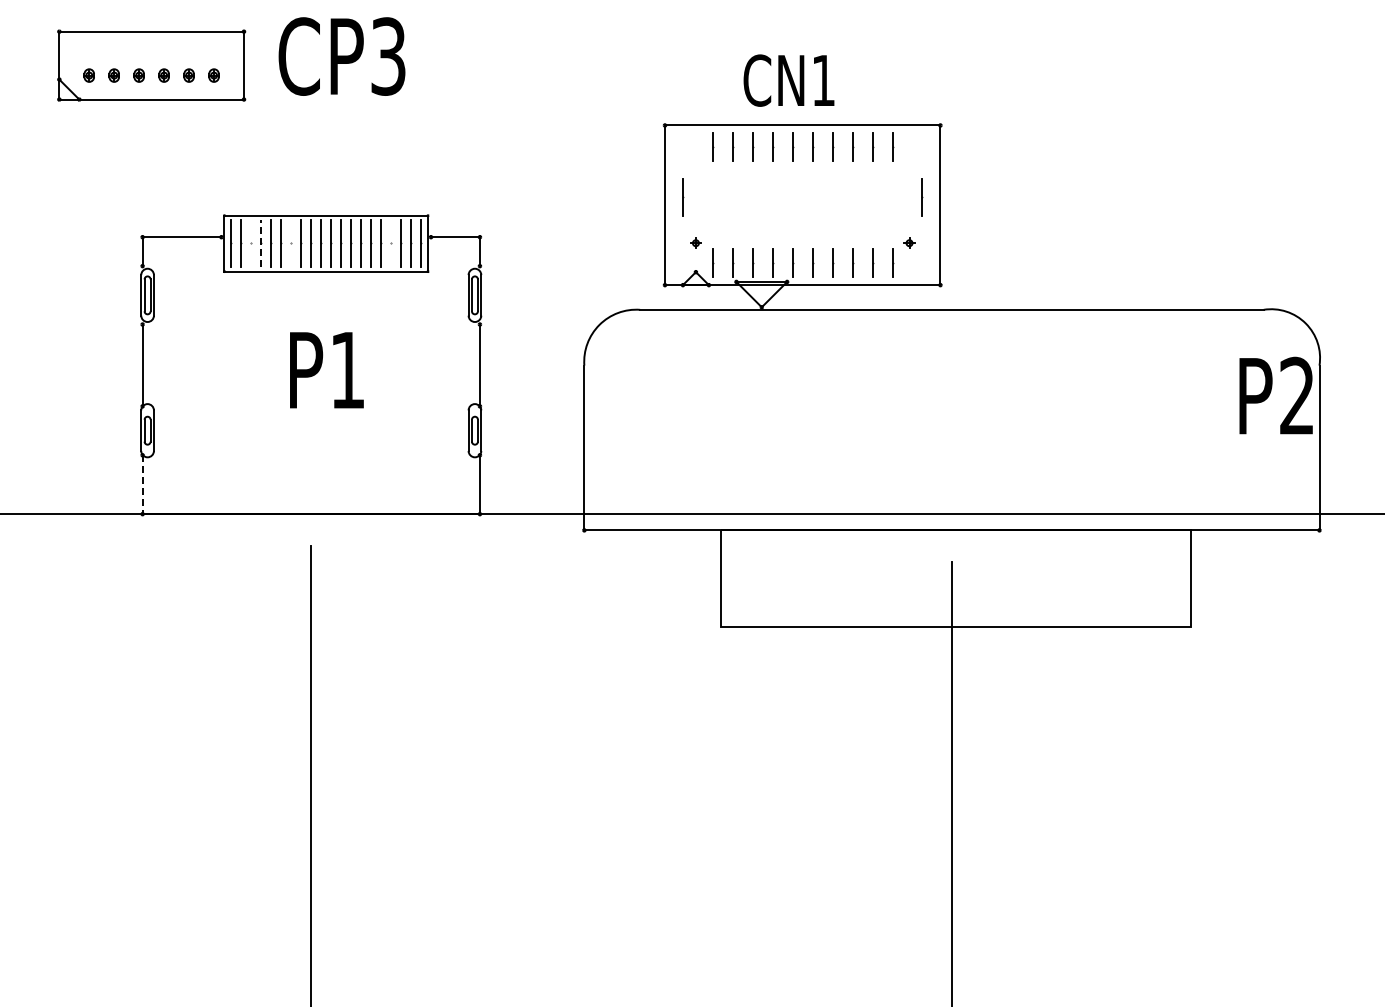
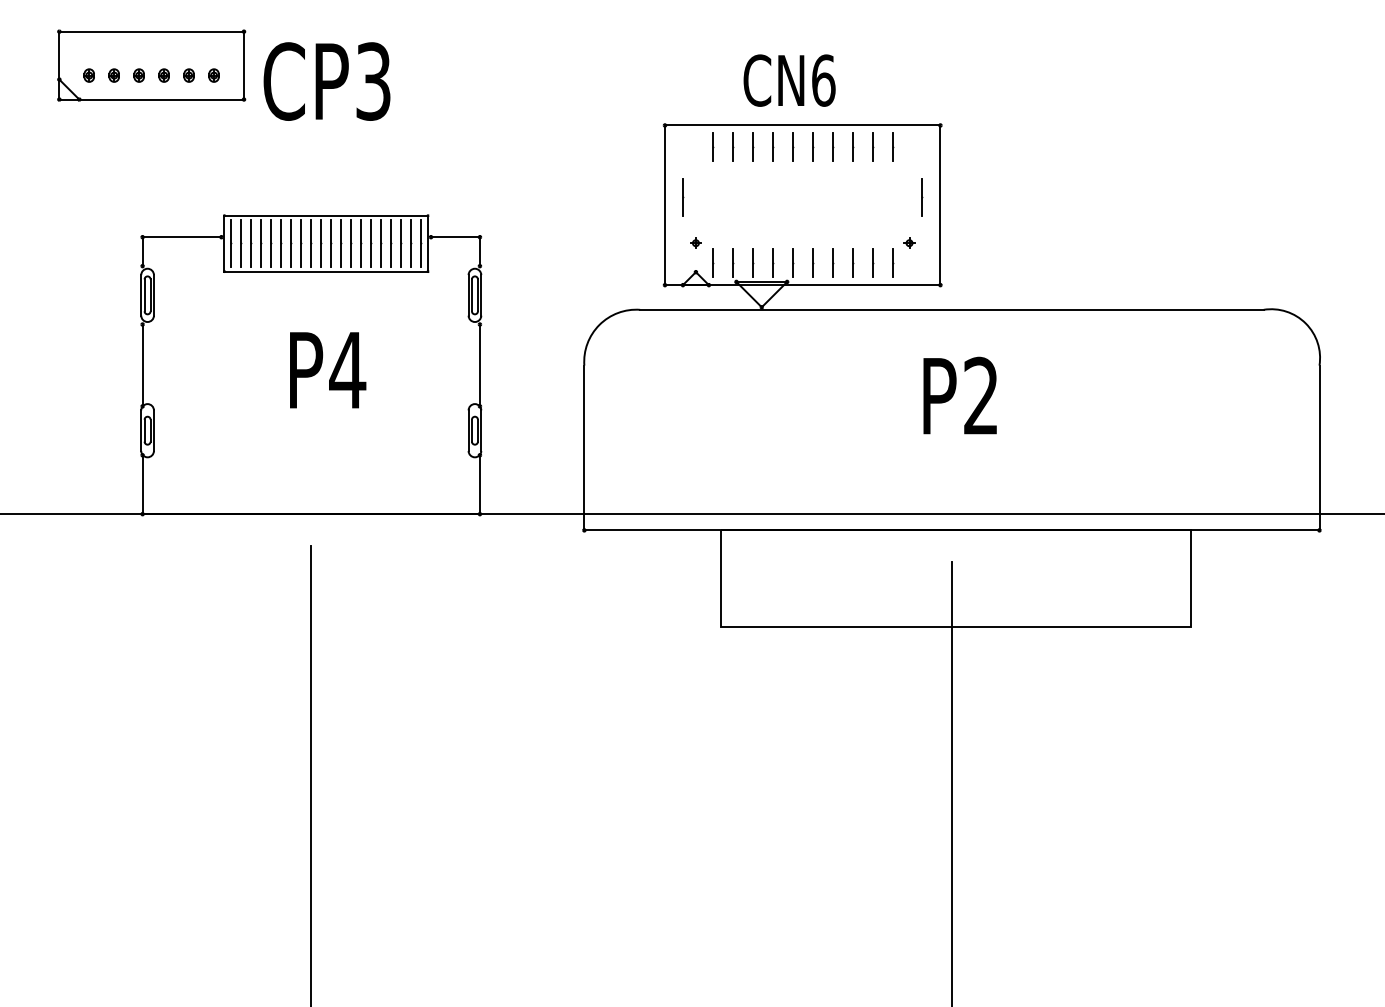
text at (341, 56) position: (341, 56) -> (326, 81)
text at (823, 80): CN1 -> CN6
line at (251, 243): none -> present
line at (261, 243): dashed -> solid
line at (291, 243): none -> present
line at (391, 243): none -> present
text at (347, 370): P1 -> P4
text at (1275, 395) position: (1275, 395) -> (959, 395)
line at (142, 485): dashed -> solid
